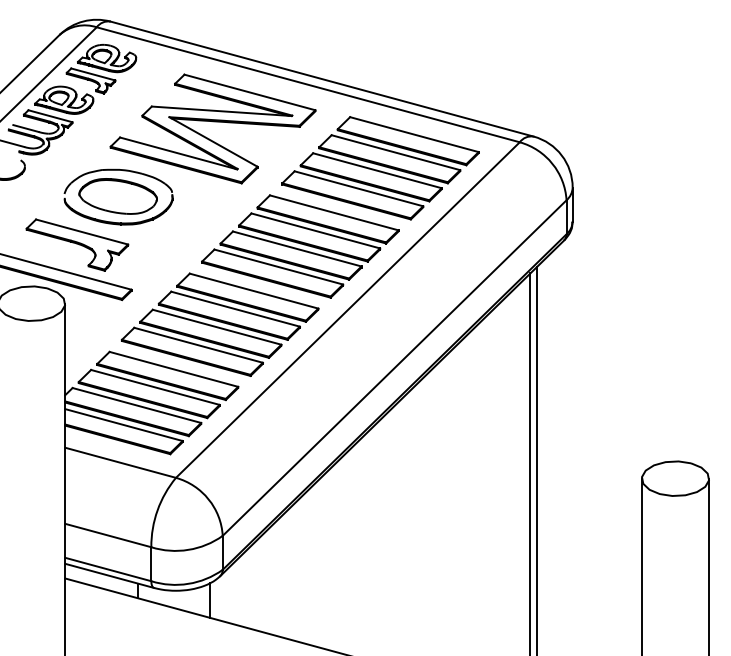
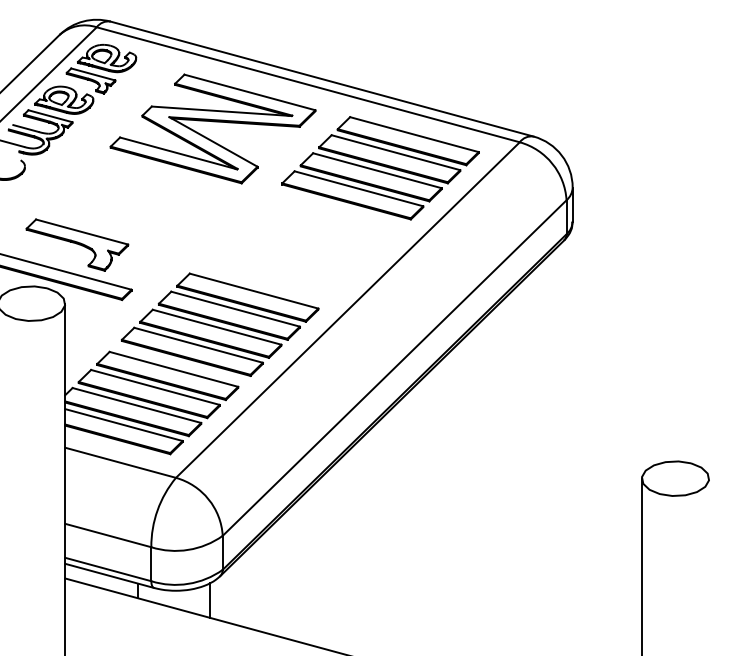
part at (118, 196): present -> none
part at (300, 246): present -> none
line at (536, 459): present -> none
line at (530, 462): present -> none
line at (709, 565): present -> none
